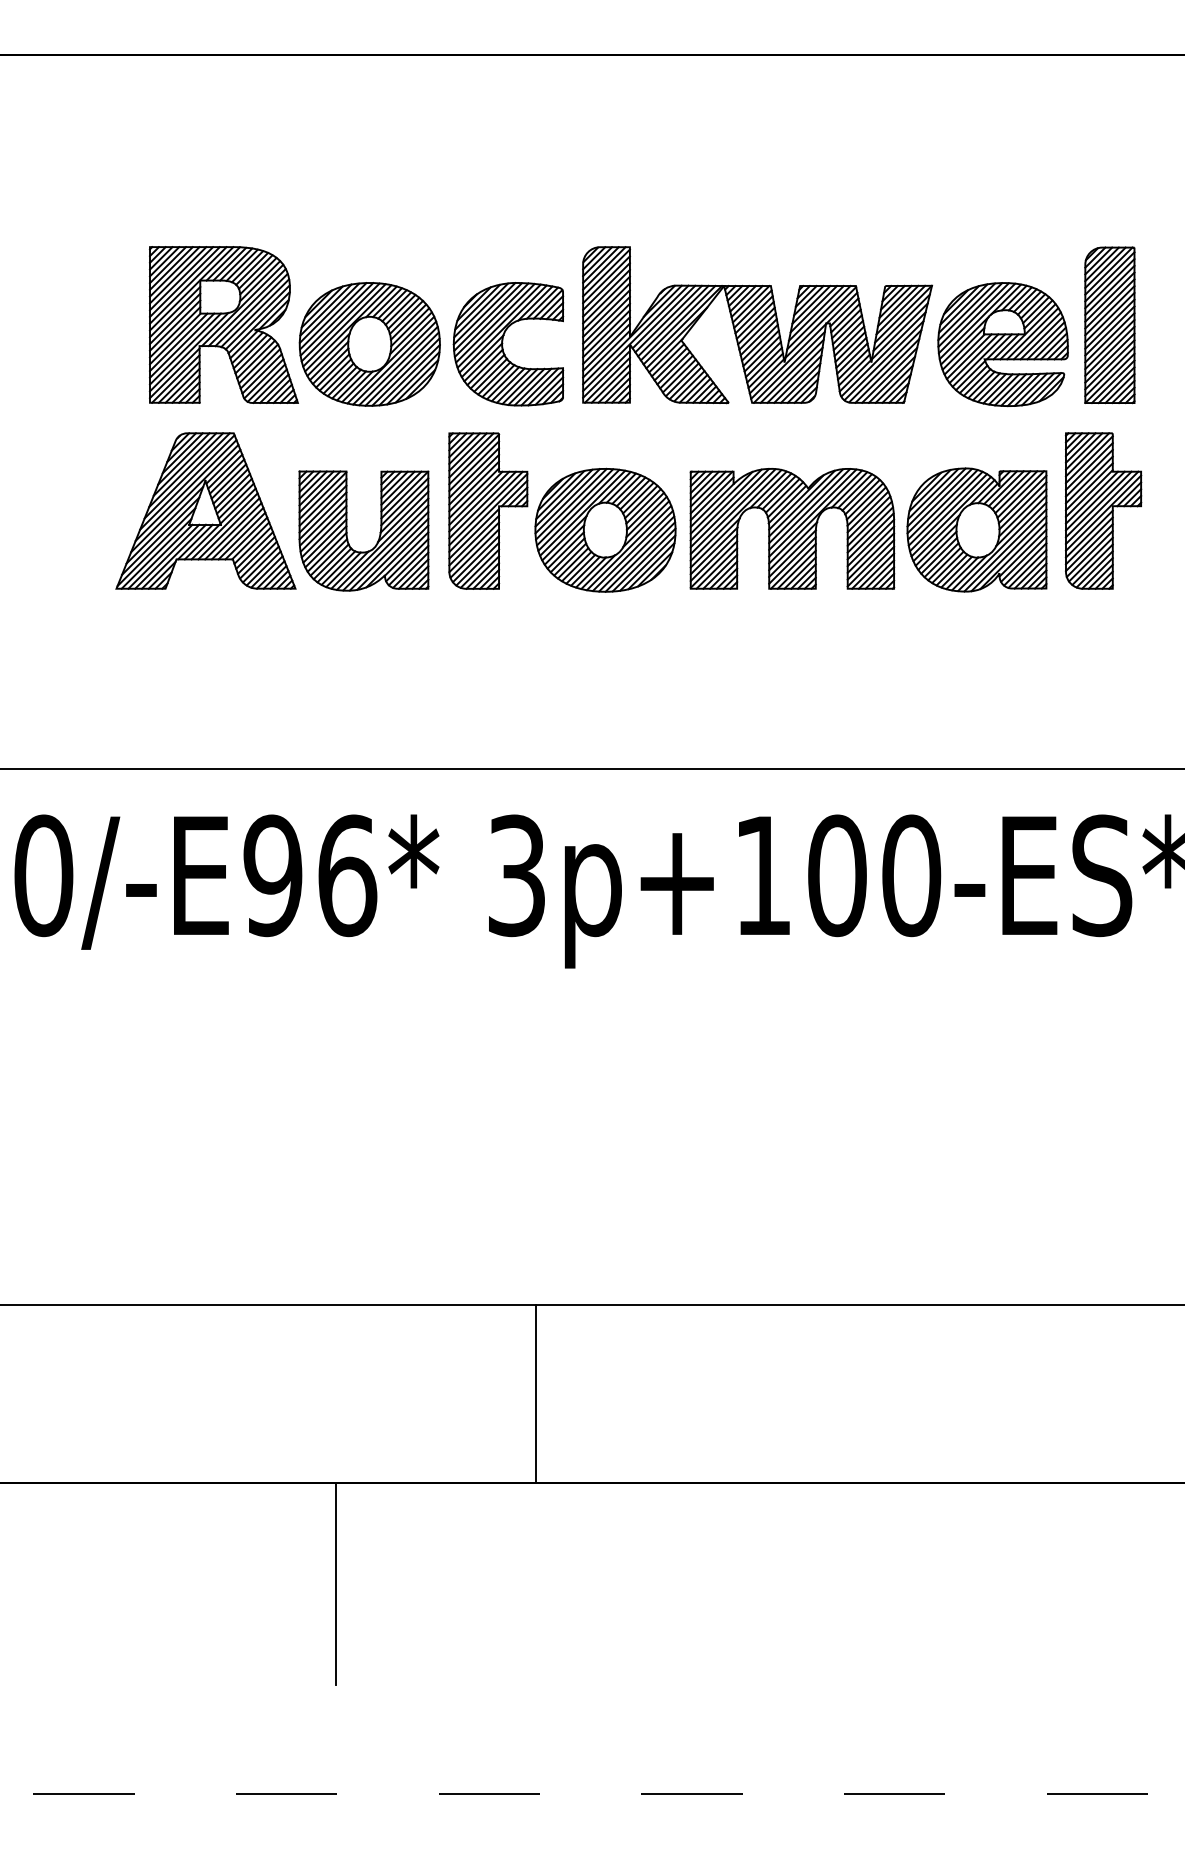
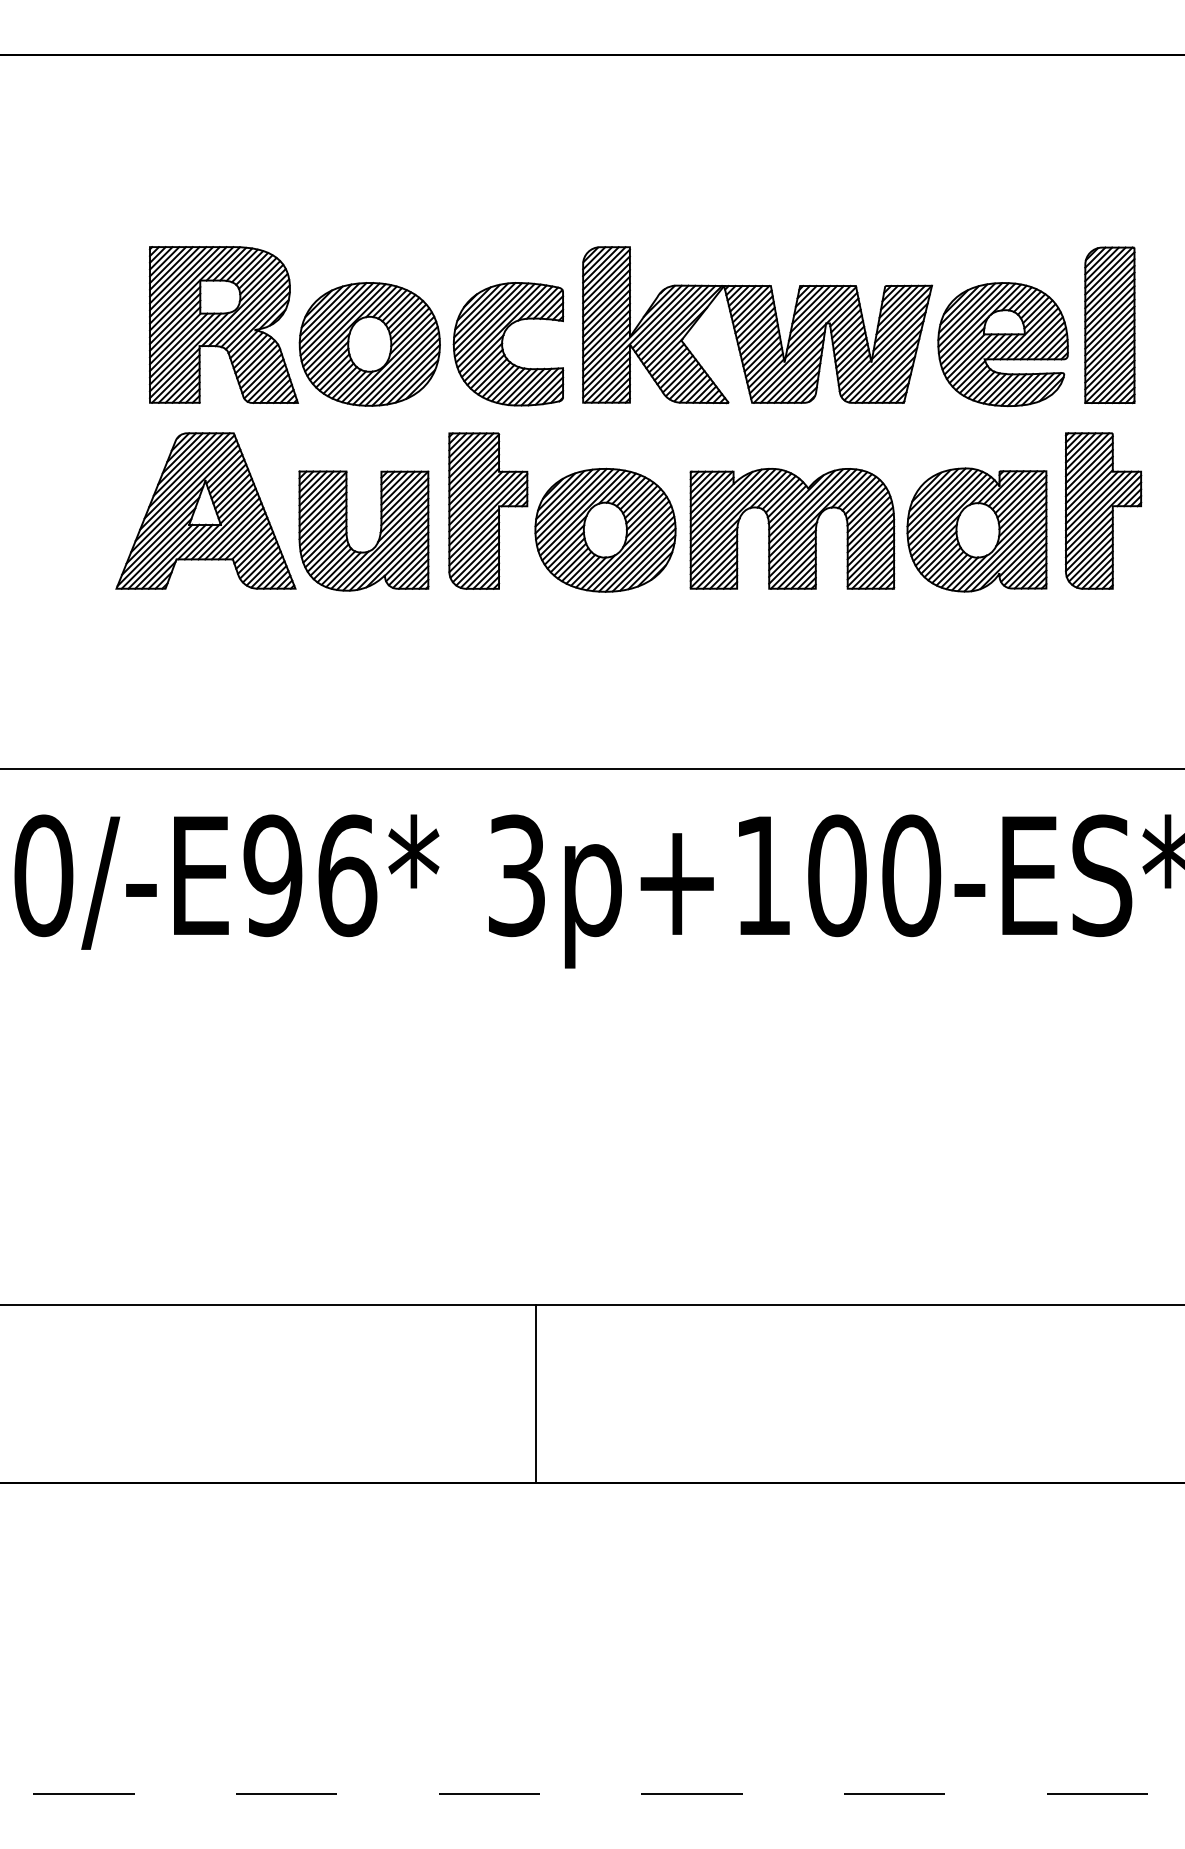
line at (335, 1583): present -> none
